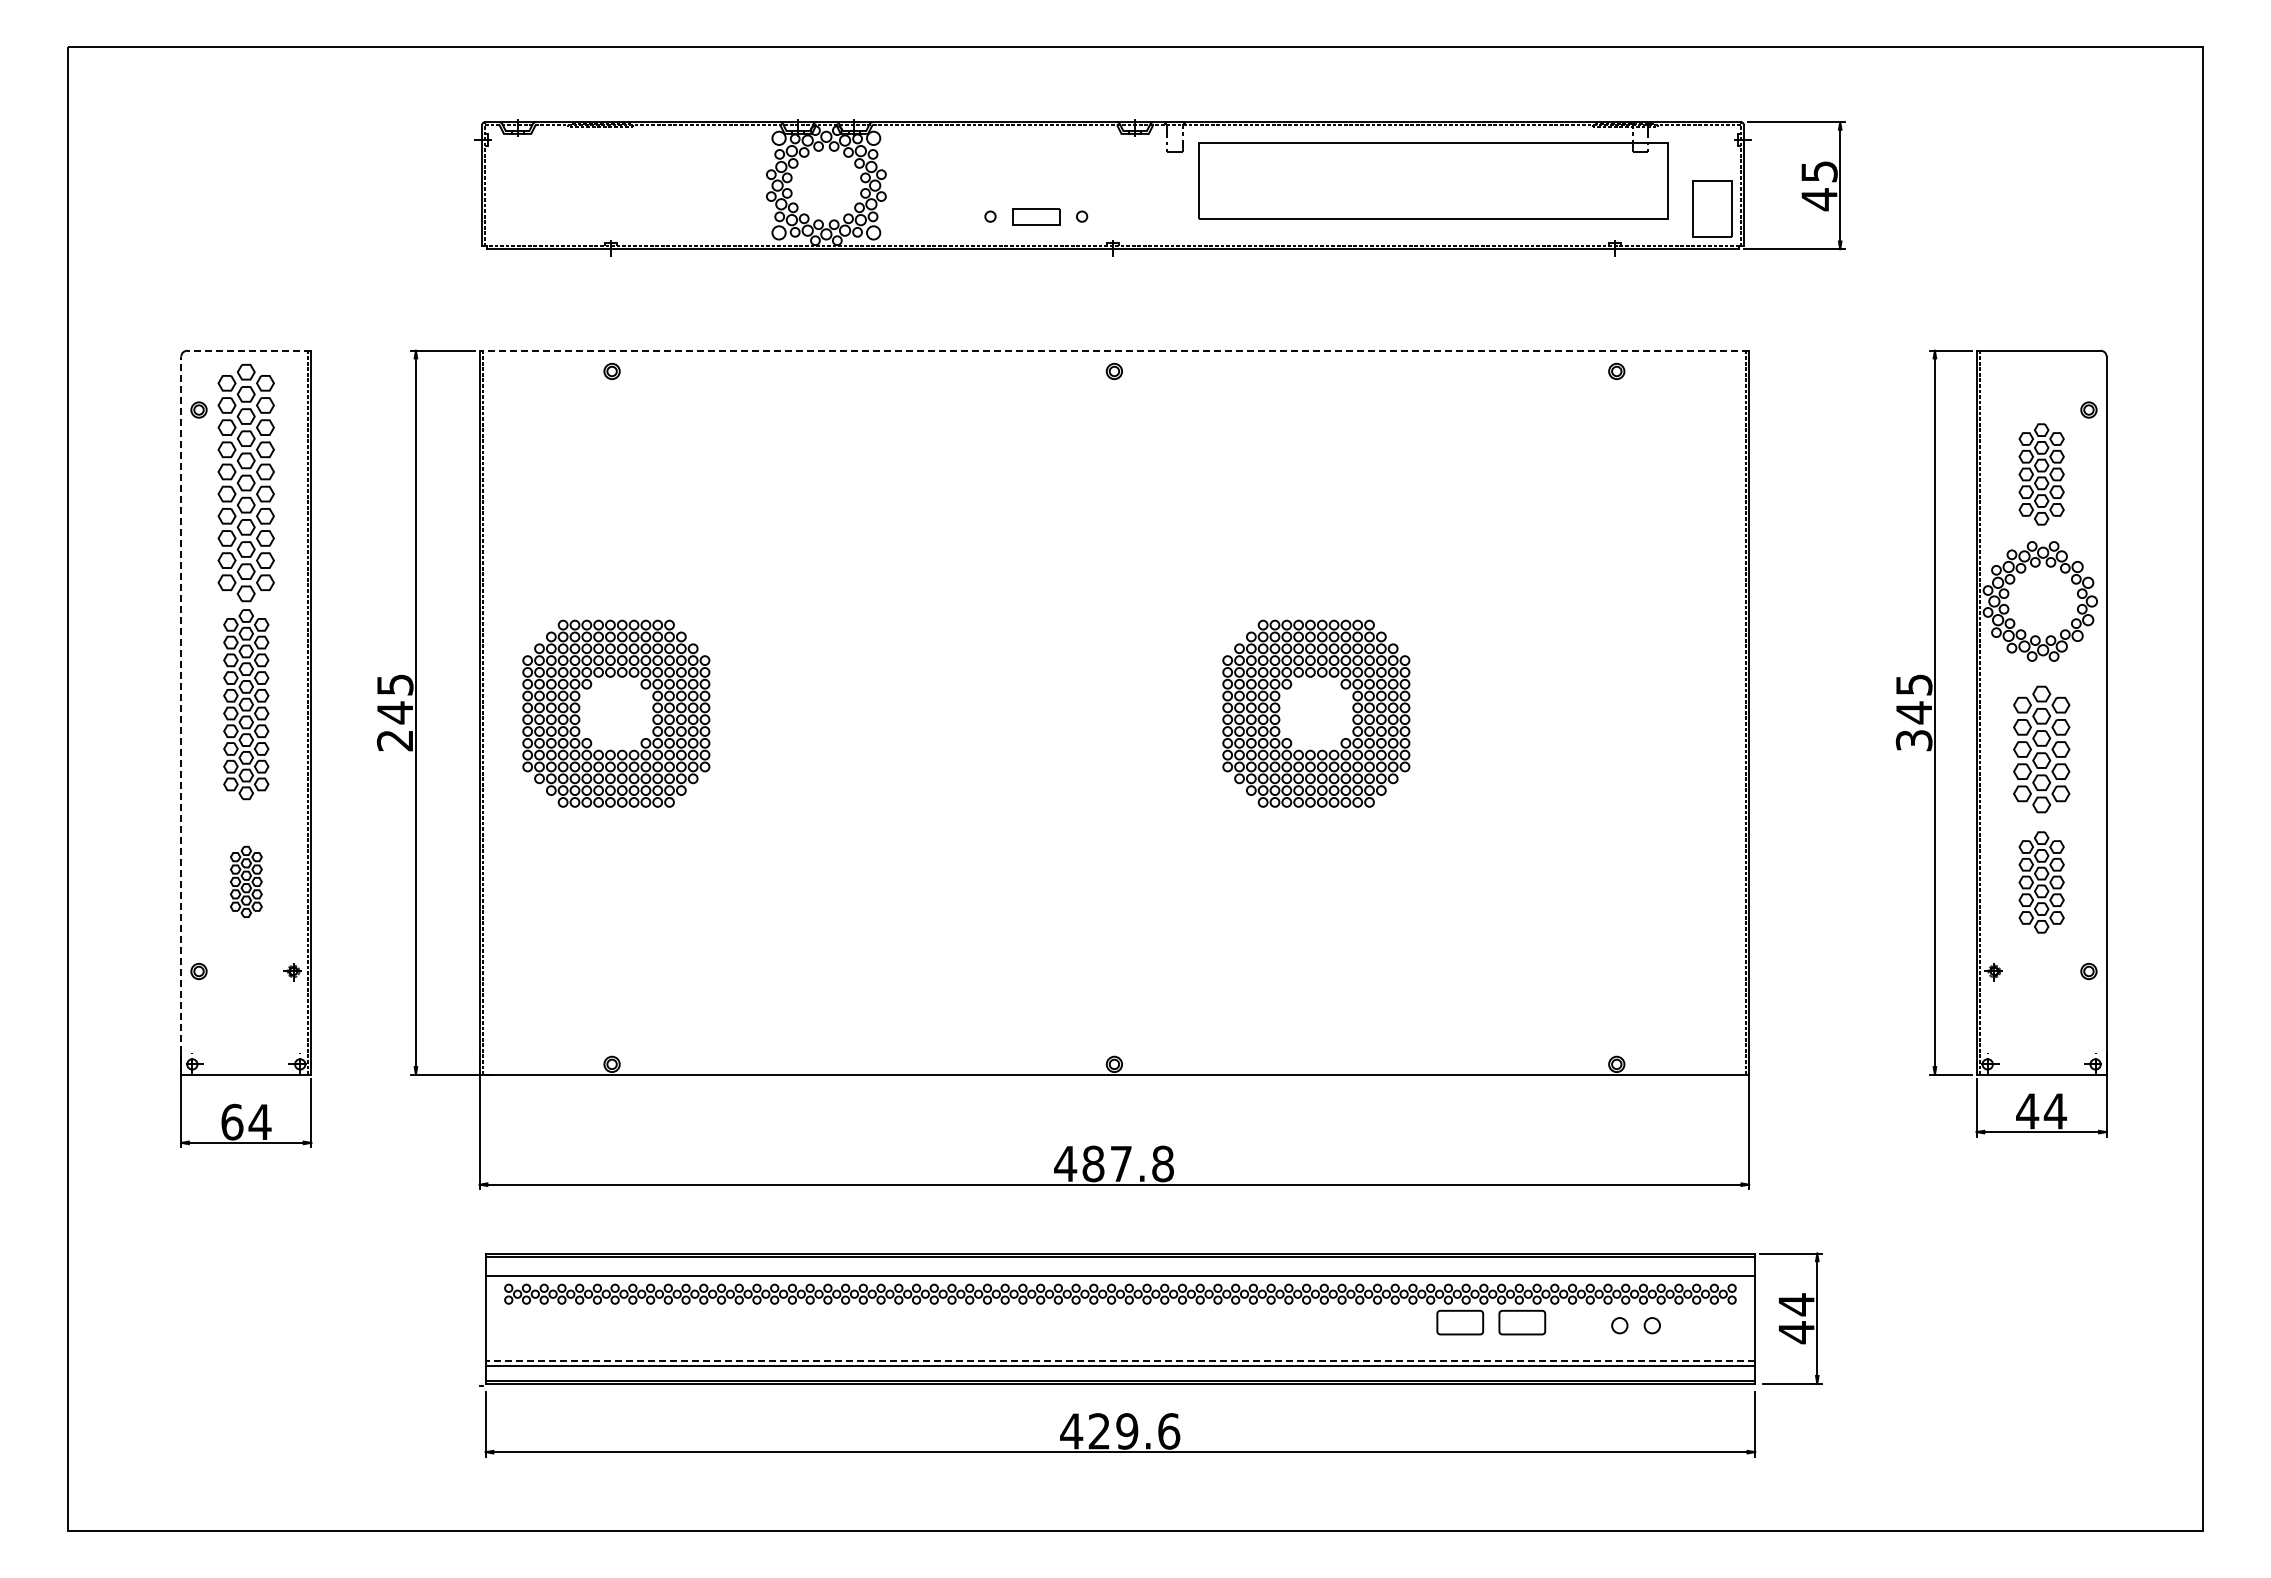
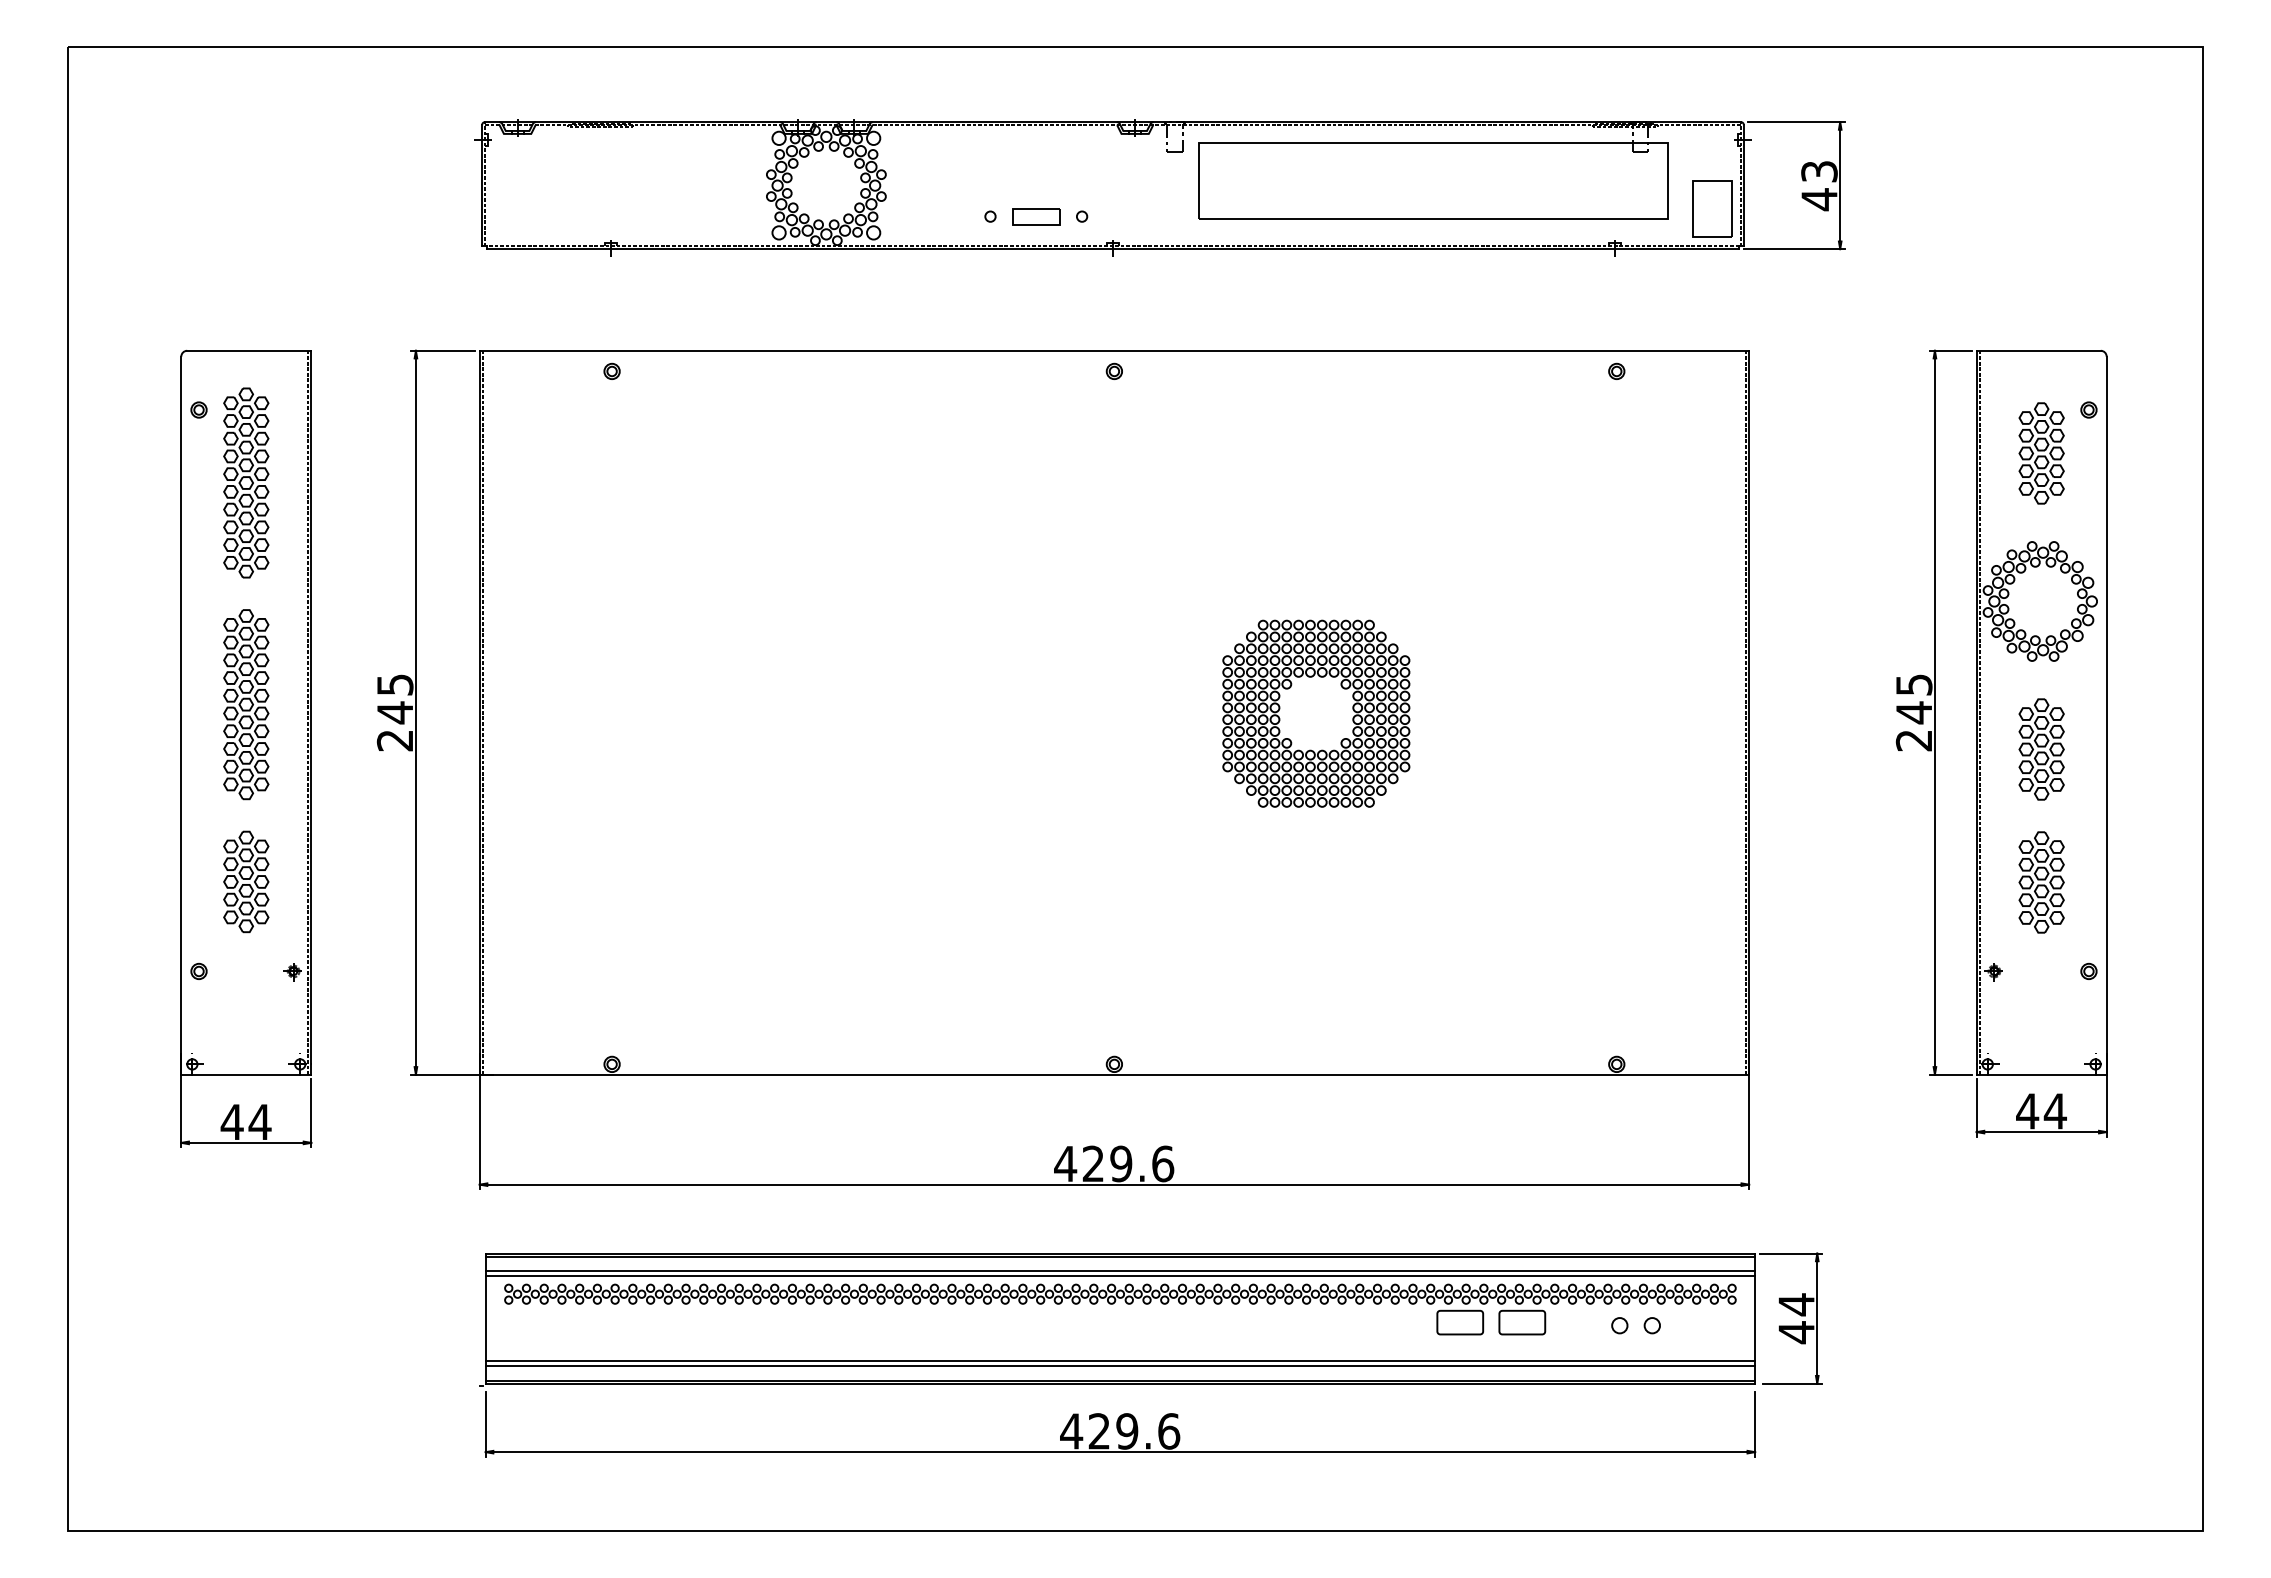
text at (1819, 171): 45 -> 43
line at (248, 350): dashed -> solid
line at (1114, 350): dashed -> solid
part at (2041, 474) position: (2041, 474) -> (2041, 453)
part at (245, 482) size: 58x240 px -> 47x192 px
part at (591, 687): present -> none
line at (181, 715): dashed -> solid
text at (1914, 740): 345 -> 245
part at (2041, 749) size: 58x129 px -> 47x103 px
part at (245, 881) size: 34x73 px -> 47x104 px
text at (231, 1121): 64 -> 44
text at (1128, 1163): 487.8 -> 429.6
line at (1120, 1271): none -> present
line at (1120, 1361): dashed -> solid
